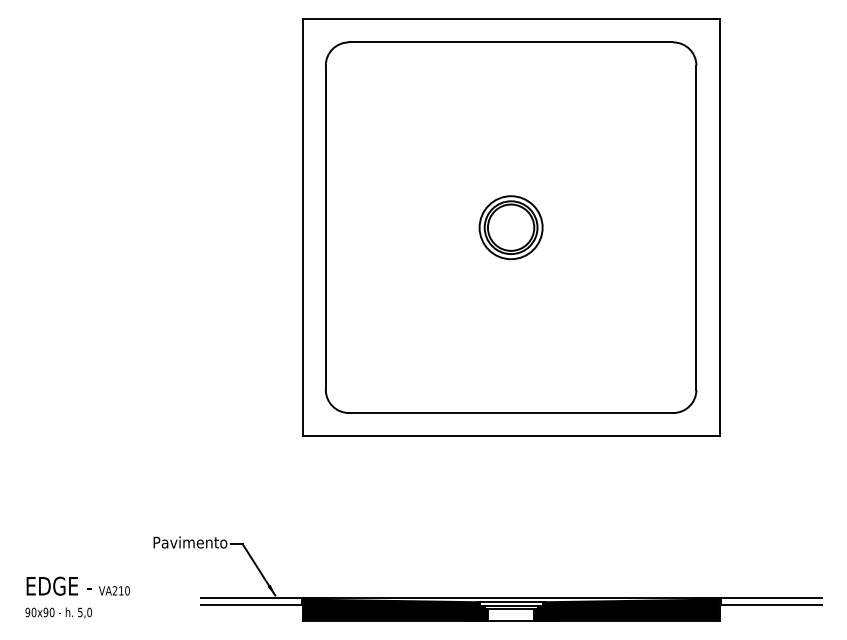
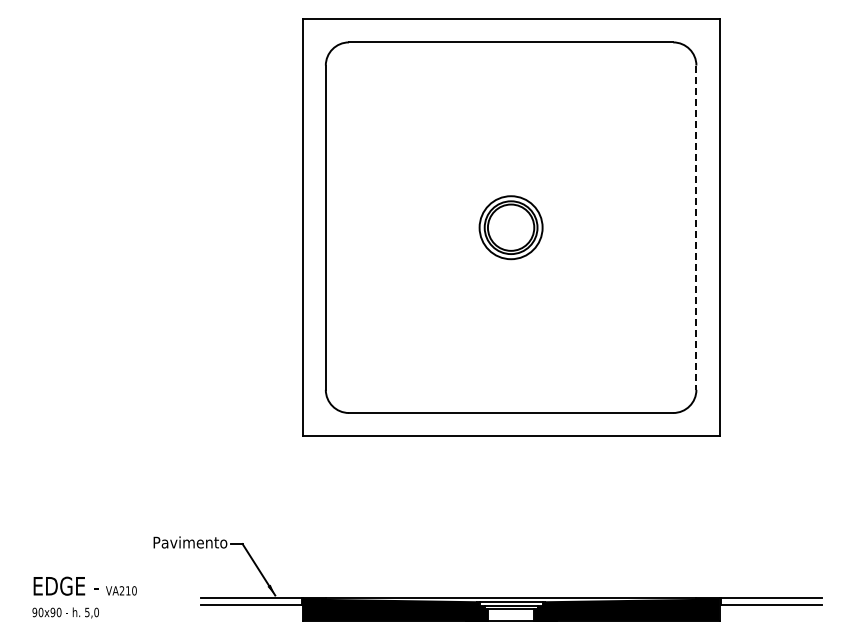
line at (696, 228): solid -> dashed
text at (77, 597) position: (77, 597) -> (84, 597)
